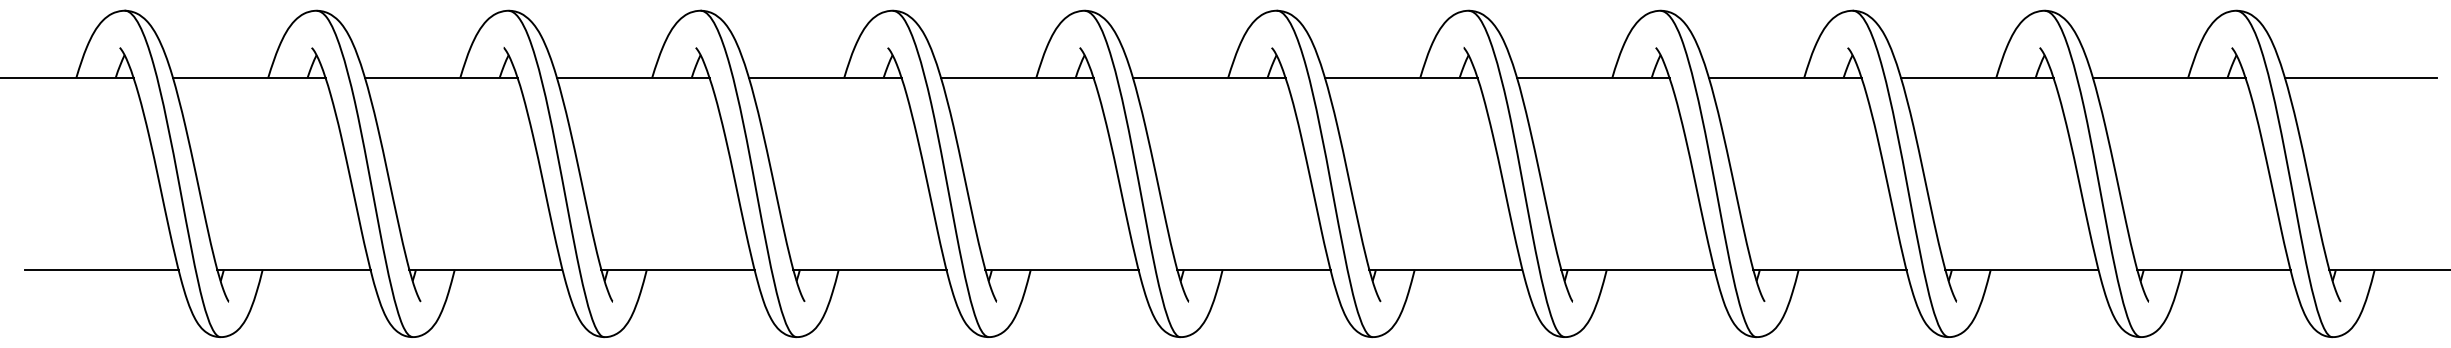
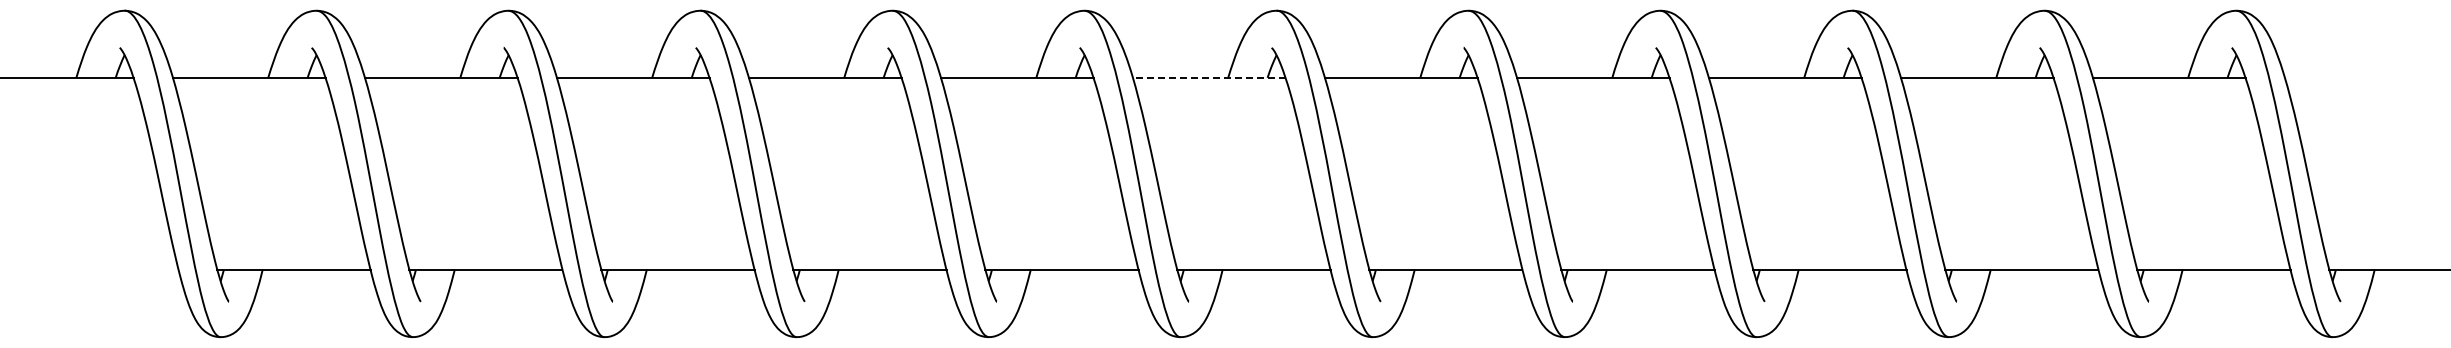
line at (1208, 77): solid -> dashed
line at (2360, 77): present -> none
line at (101, 269): present -> none
